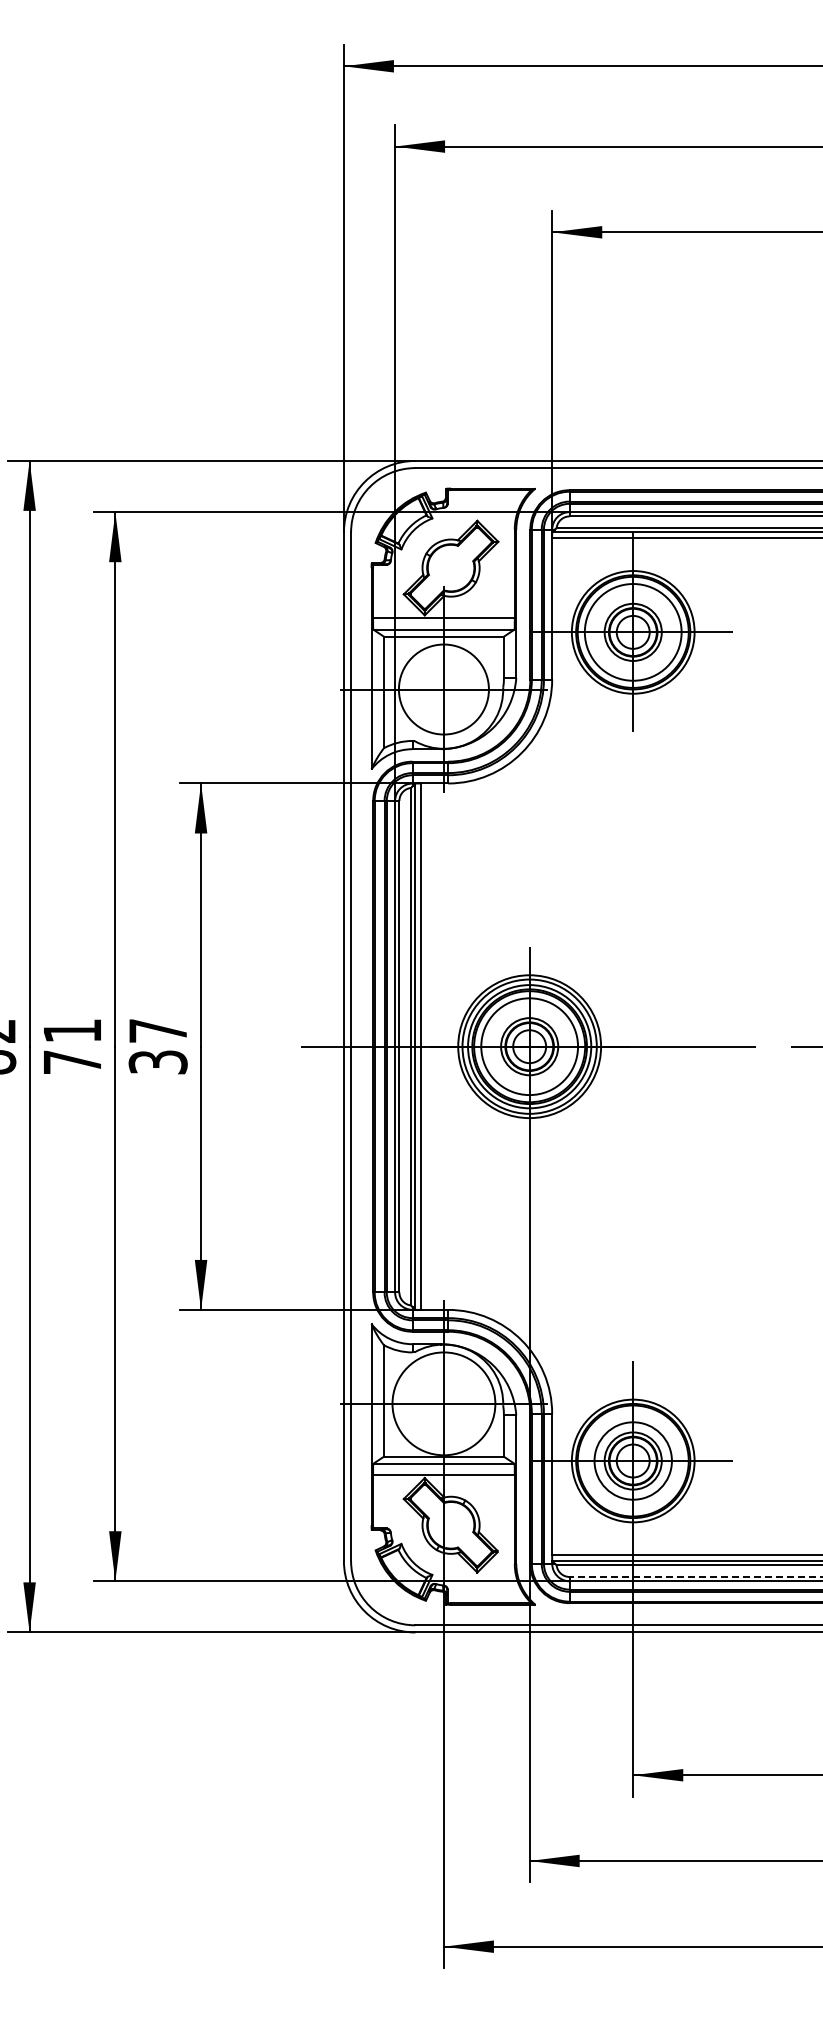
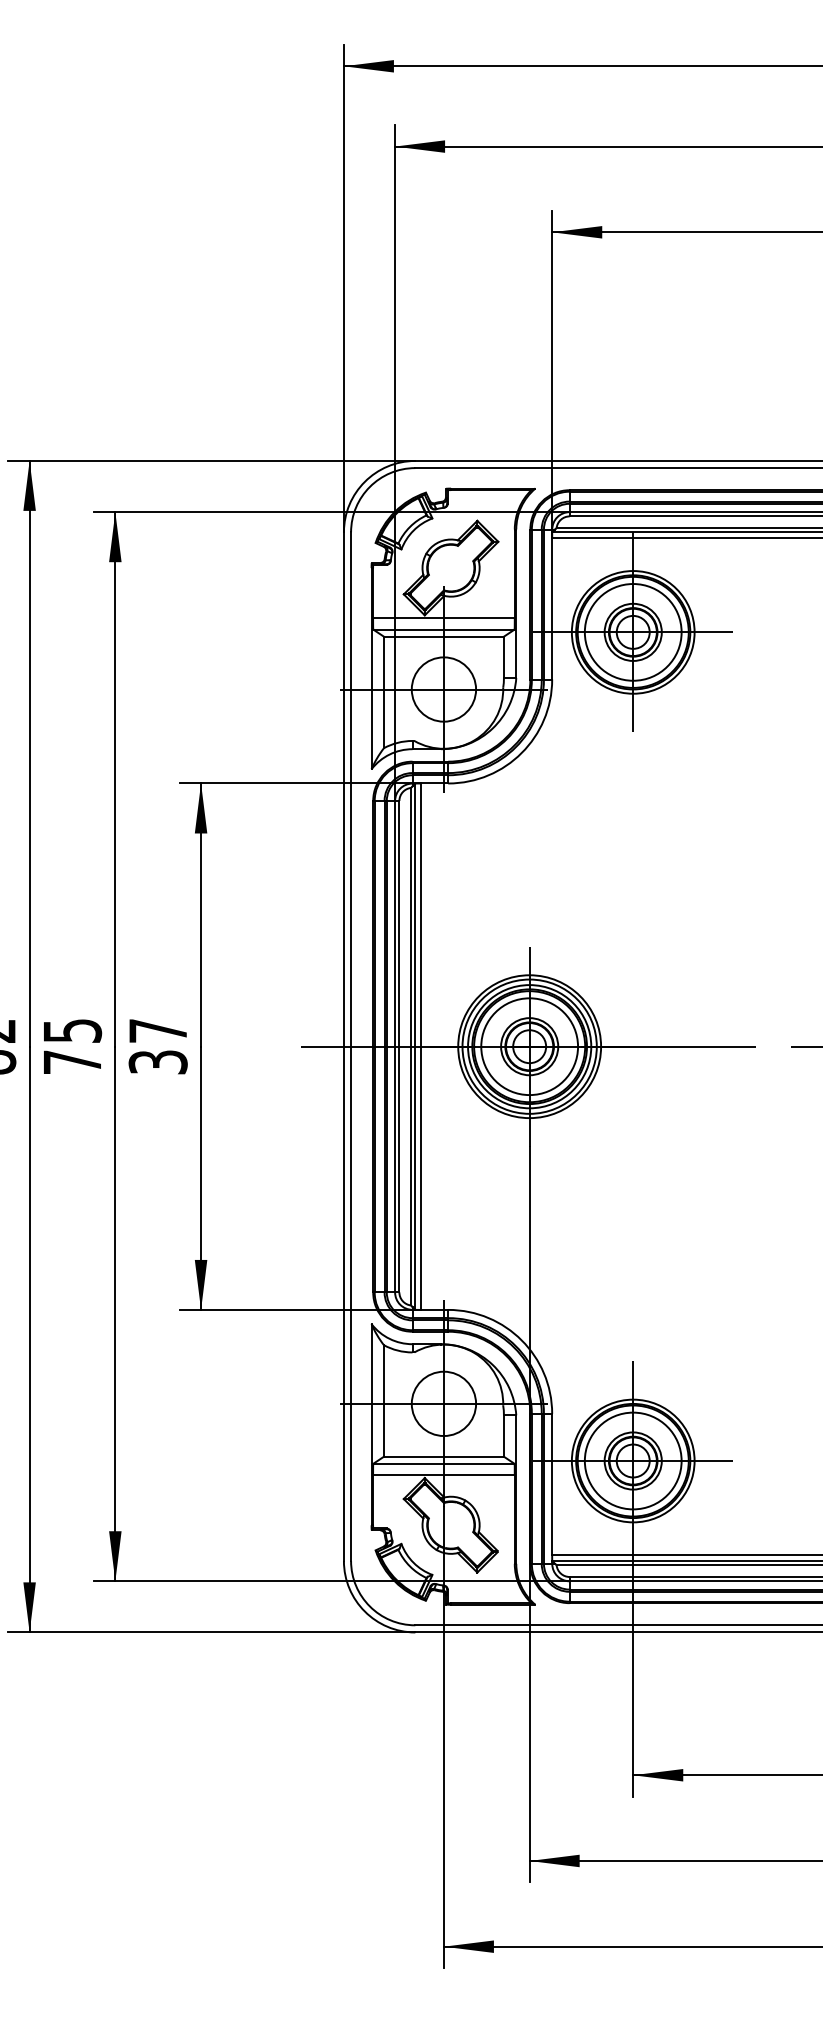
circle at (443, 689) diameter: 90 px -> 64 px
text at (73, 1030): 71 -> 75
circle at (443, 1403) diameter: 103 px -> 64 px
circle at (632, 1460) diameter: 77 px -> 97 px
line at (695, 1576): dashed -> solid
